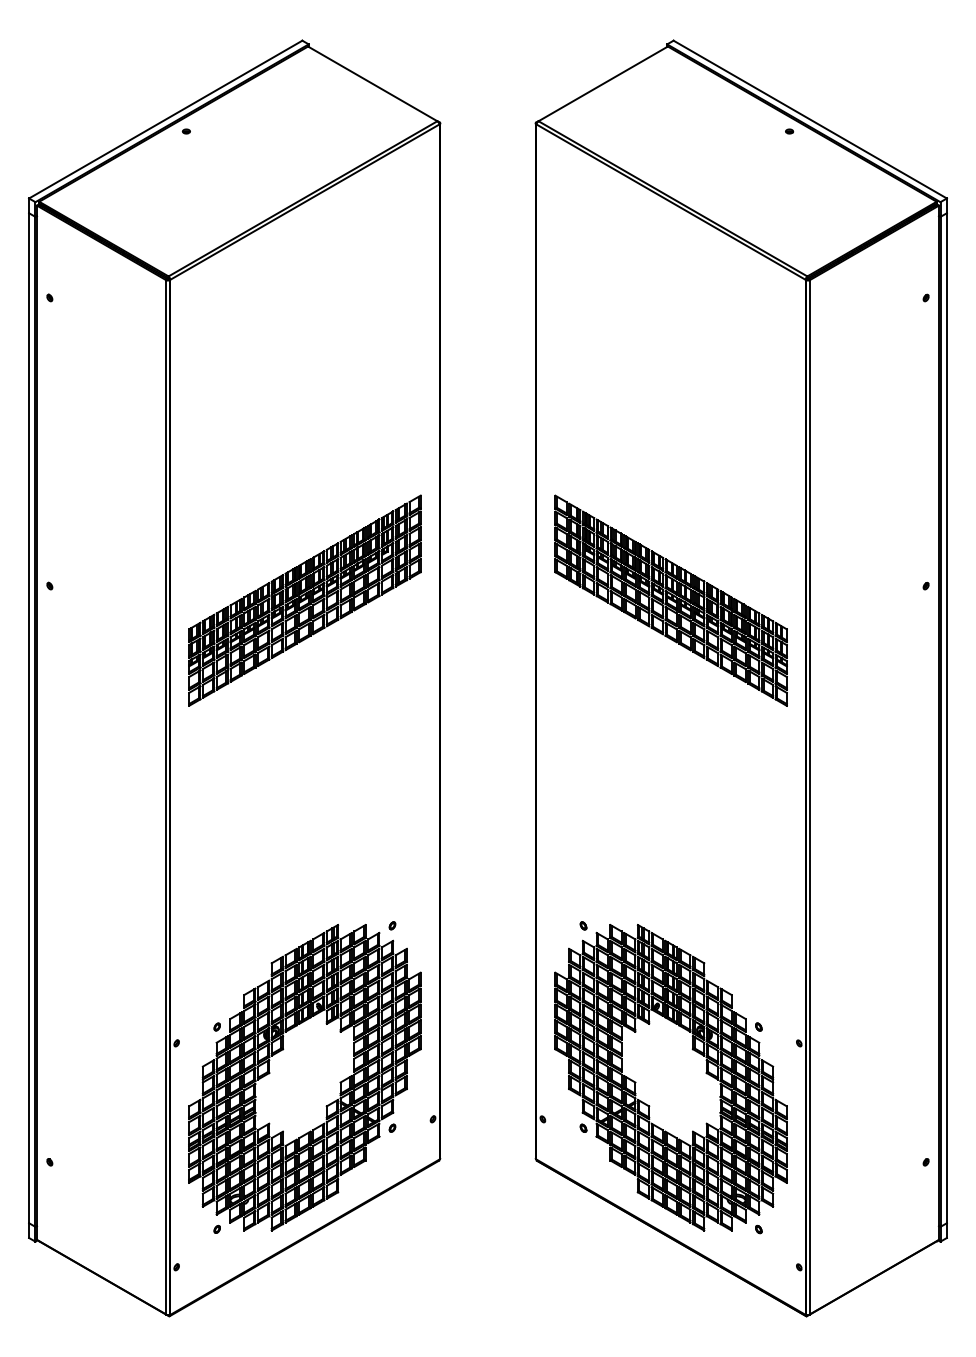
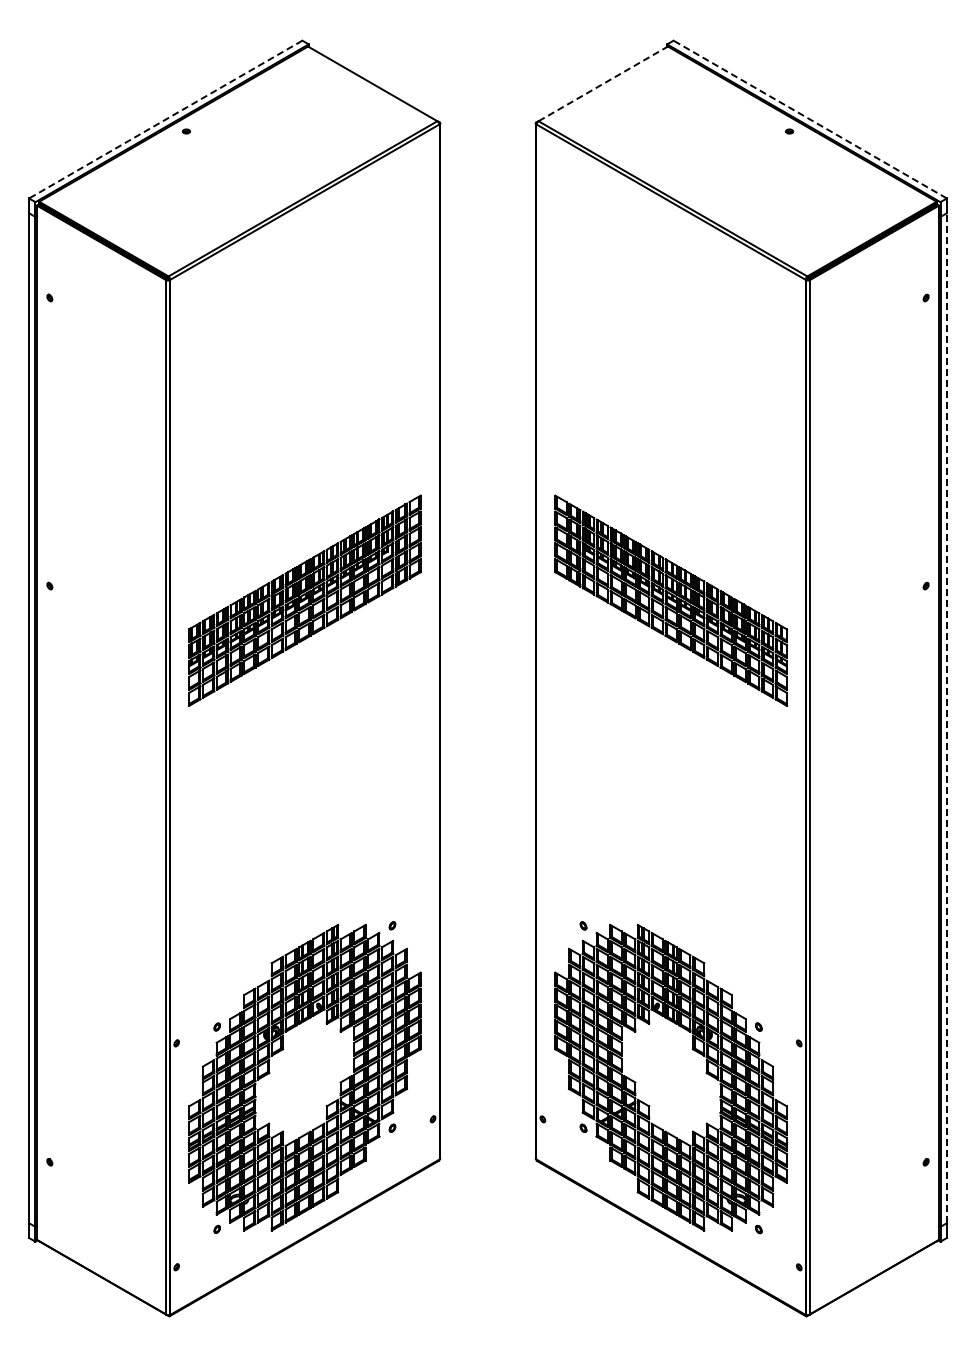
line at (603, 83): solid -> dashed
line at (165, 119): solid -> dashed
line at (810, 119): solid -> dashed
line at (946, 718): solid -> dashed
